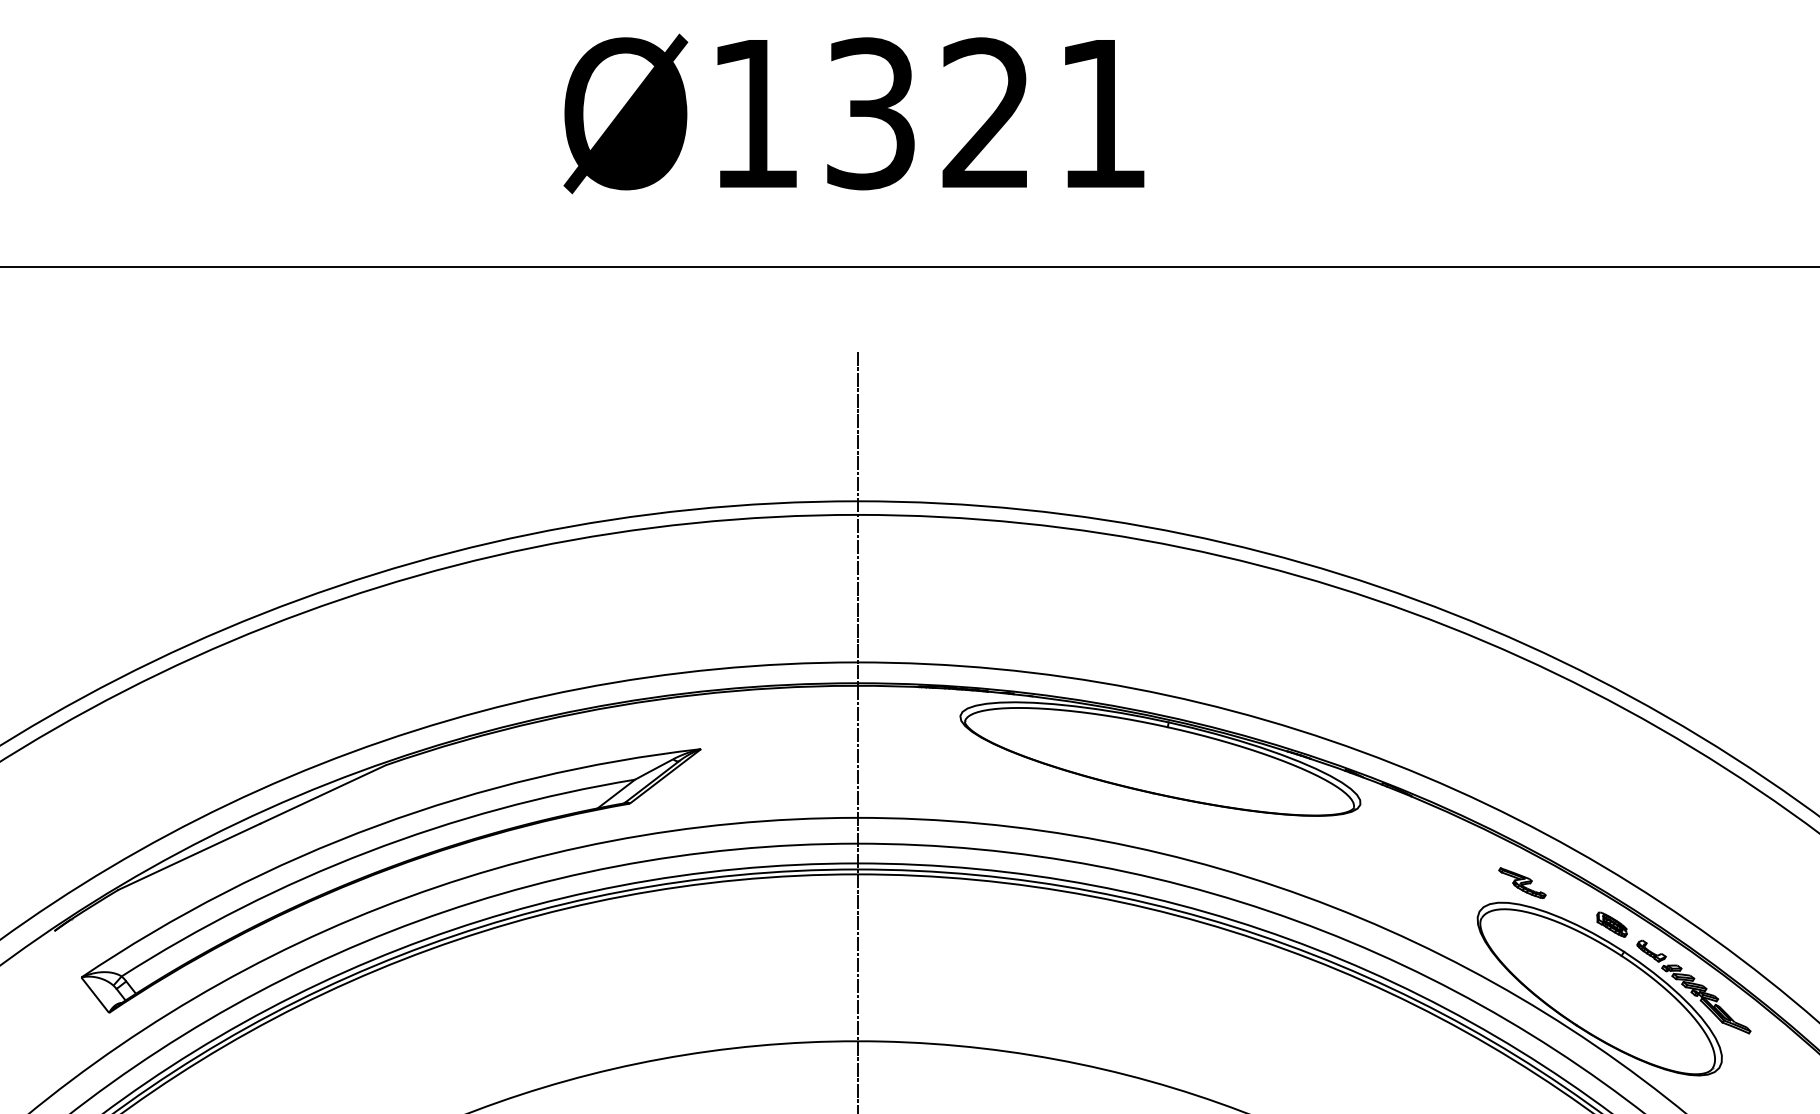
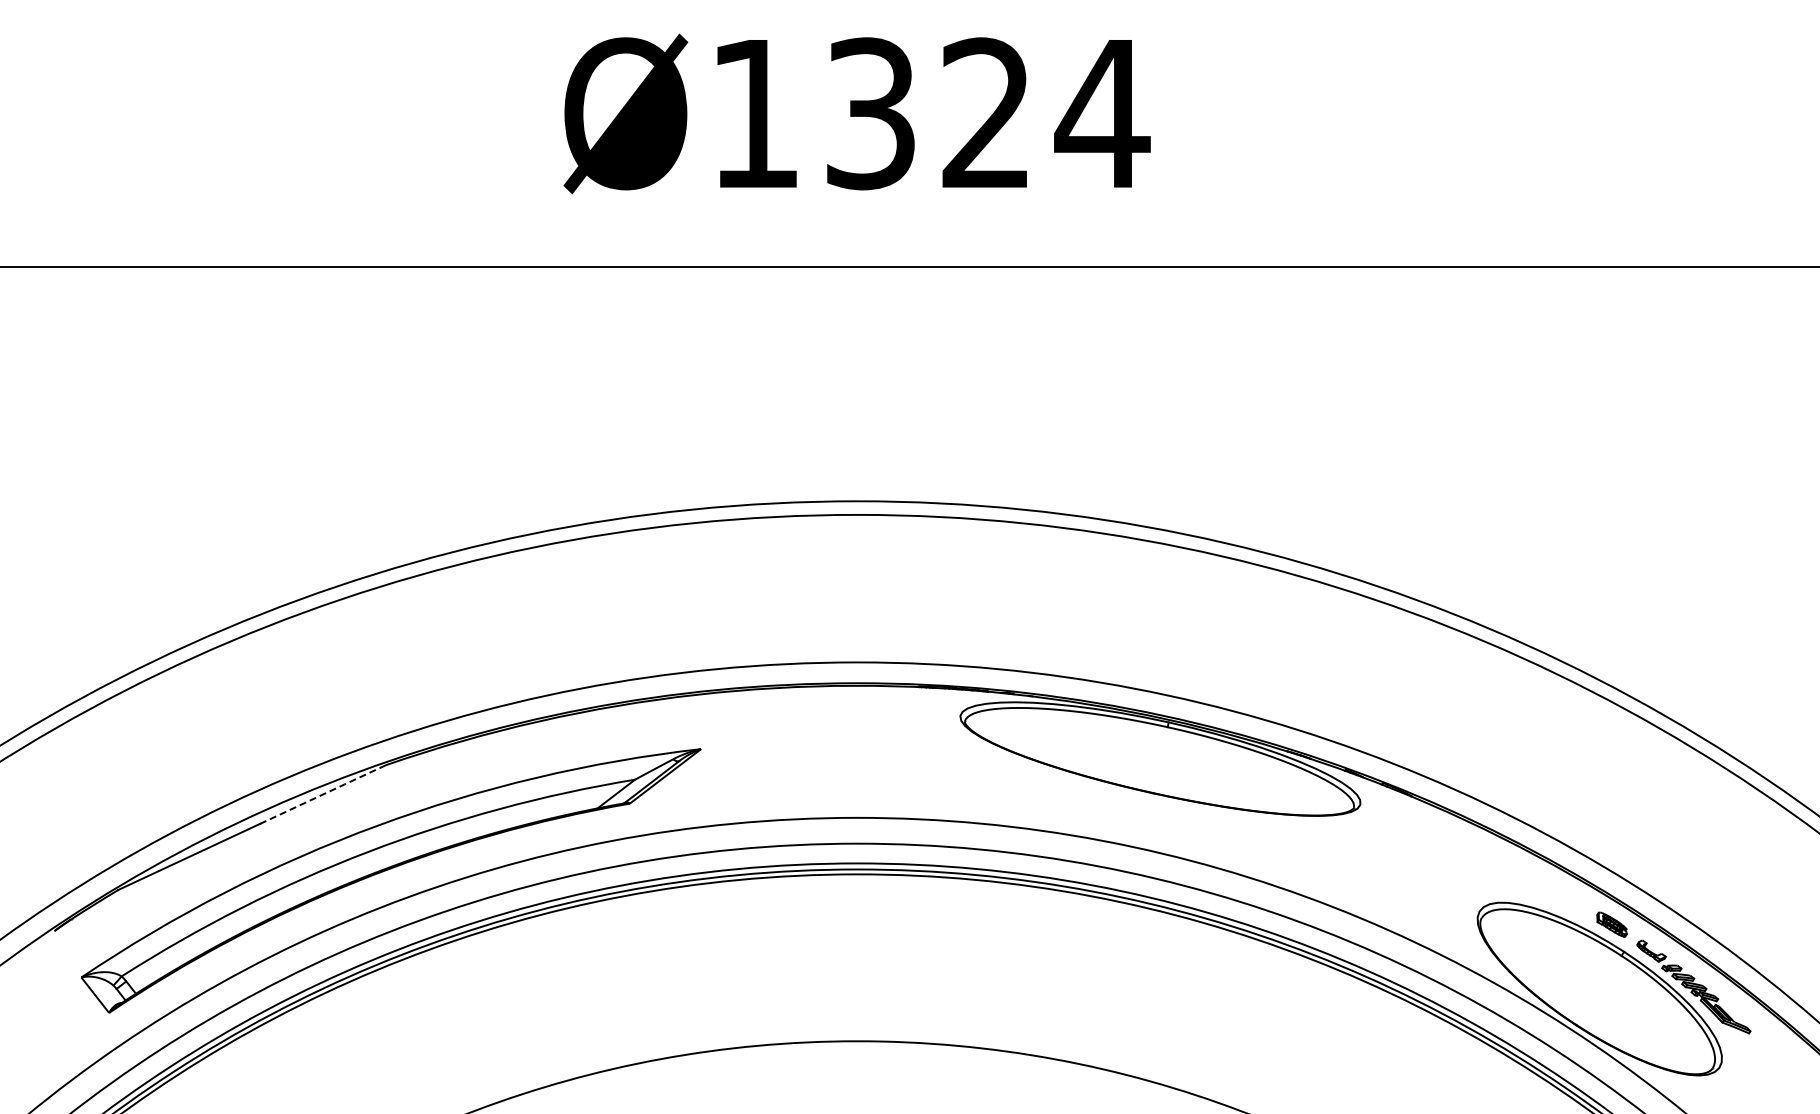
text at (1102, 113): Ø1321 -> Ø1324
line at (857, 730): present -> none
line at (322, 794): solid -> dashed
part at (1522, 882): present -> none
